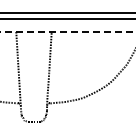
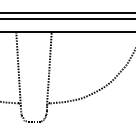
line at (67, 31): dashed -> solid
